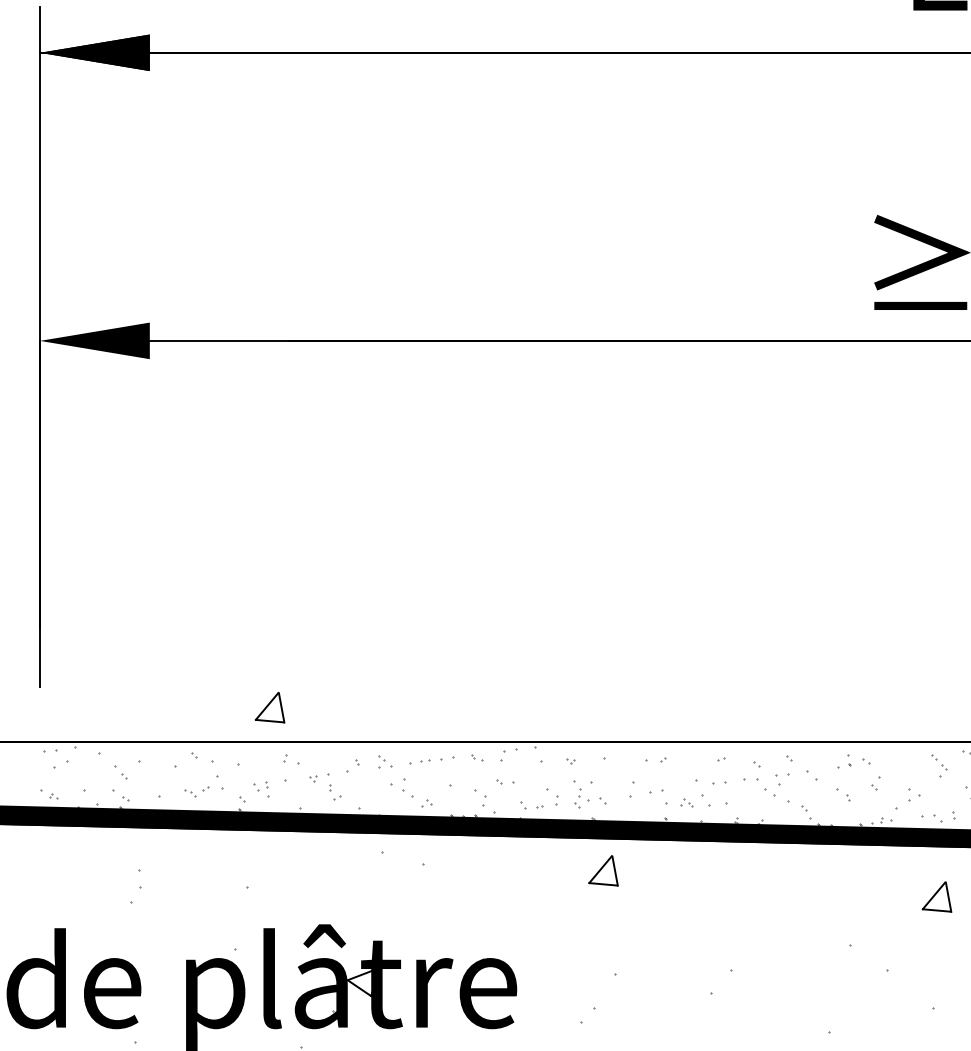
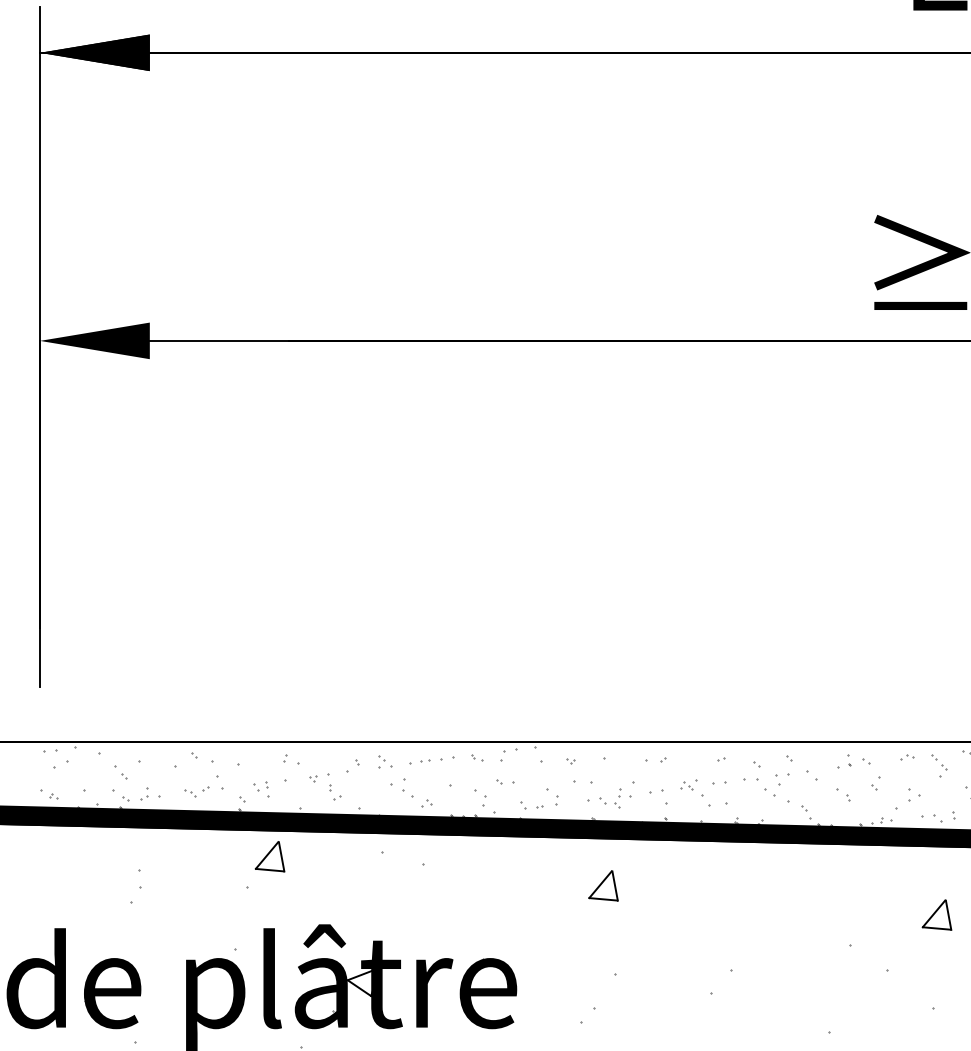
part at (269, 707) position: (269, 707) -> (269, 856)
part at (907, 757): none -> present
part at (144, 793): none -> present
part at (577, 798) position: (577, 798) -> (617, 798)
part at (686, 802) position: (686, 802) -> (686, 785)
part at (603, 870) position: (603, 870) -> (603, 885)
part at (936, 896) position: (936, 896) -> (936, 914)
